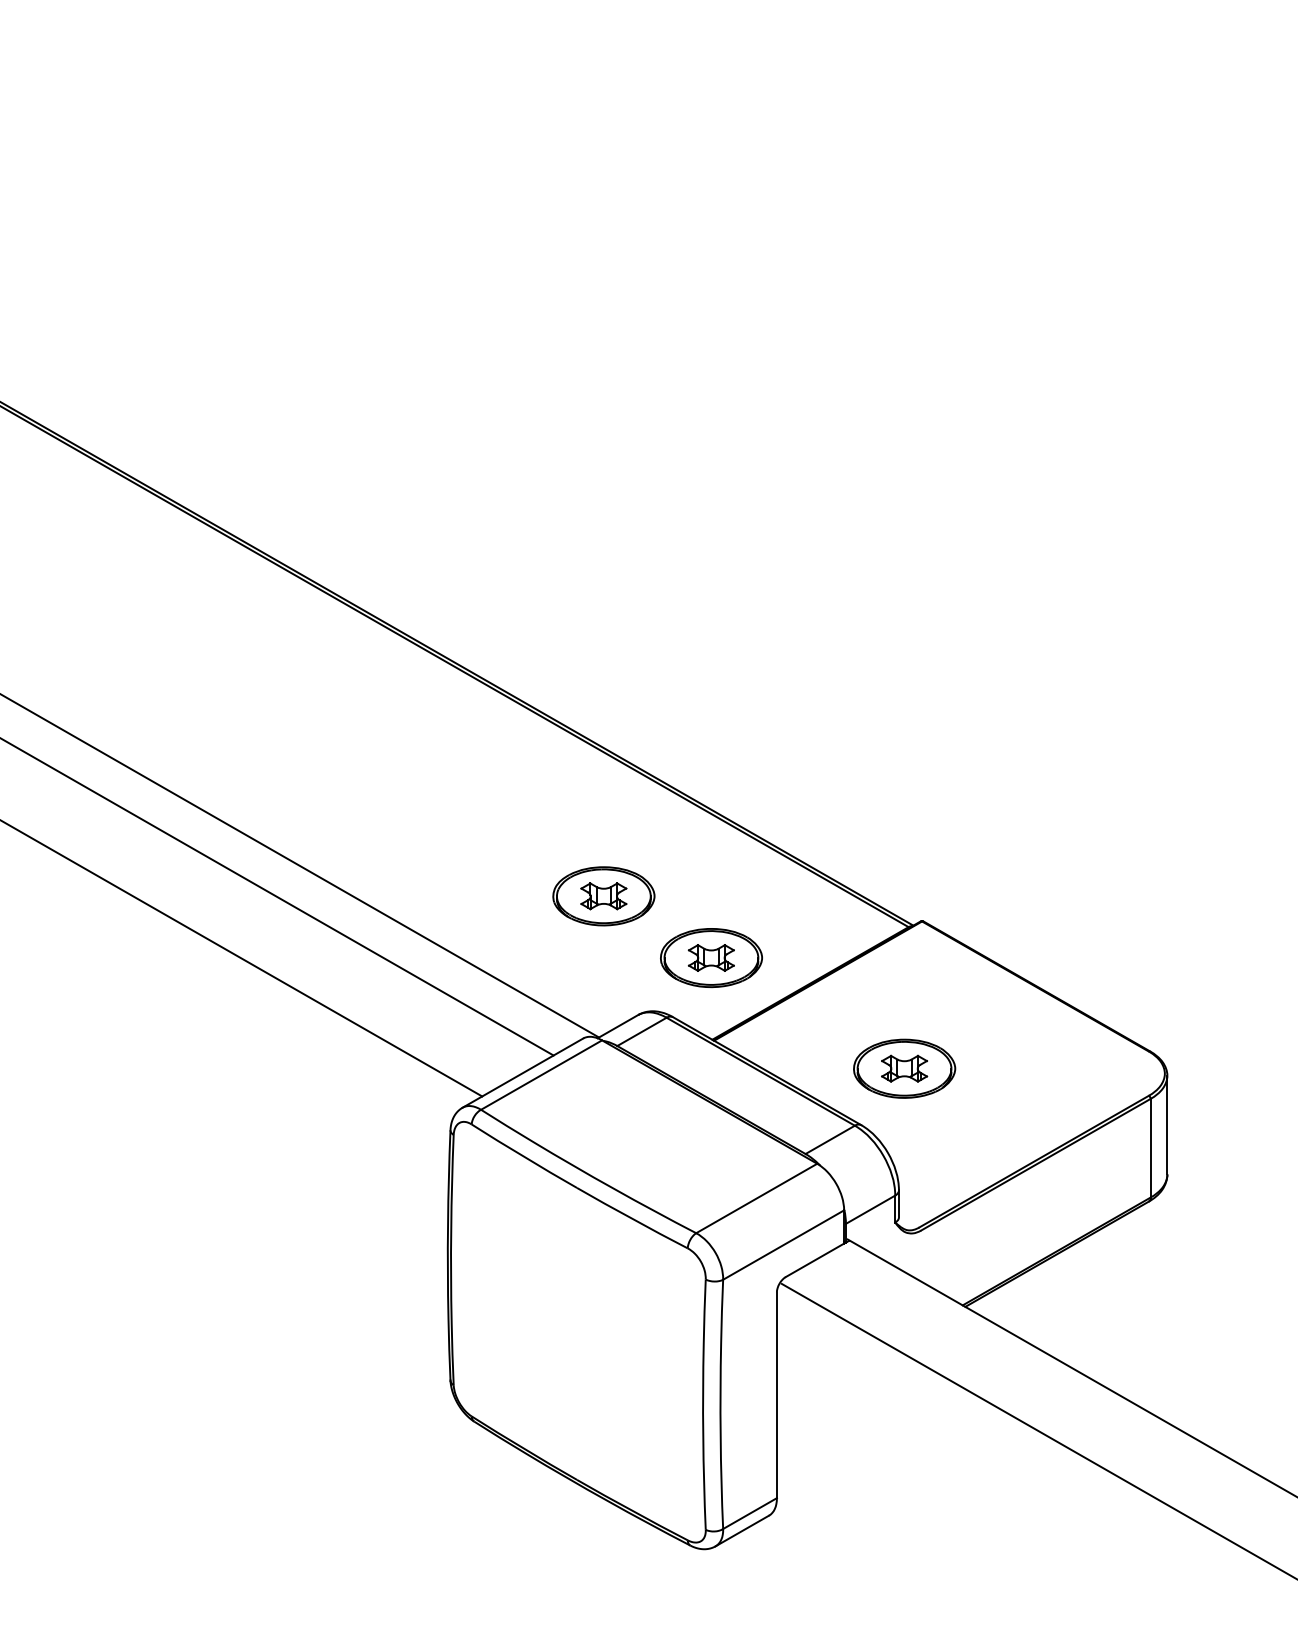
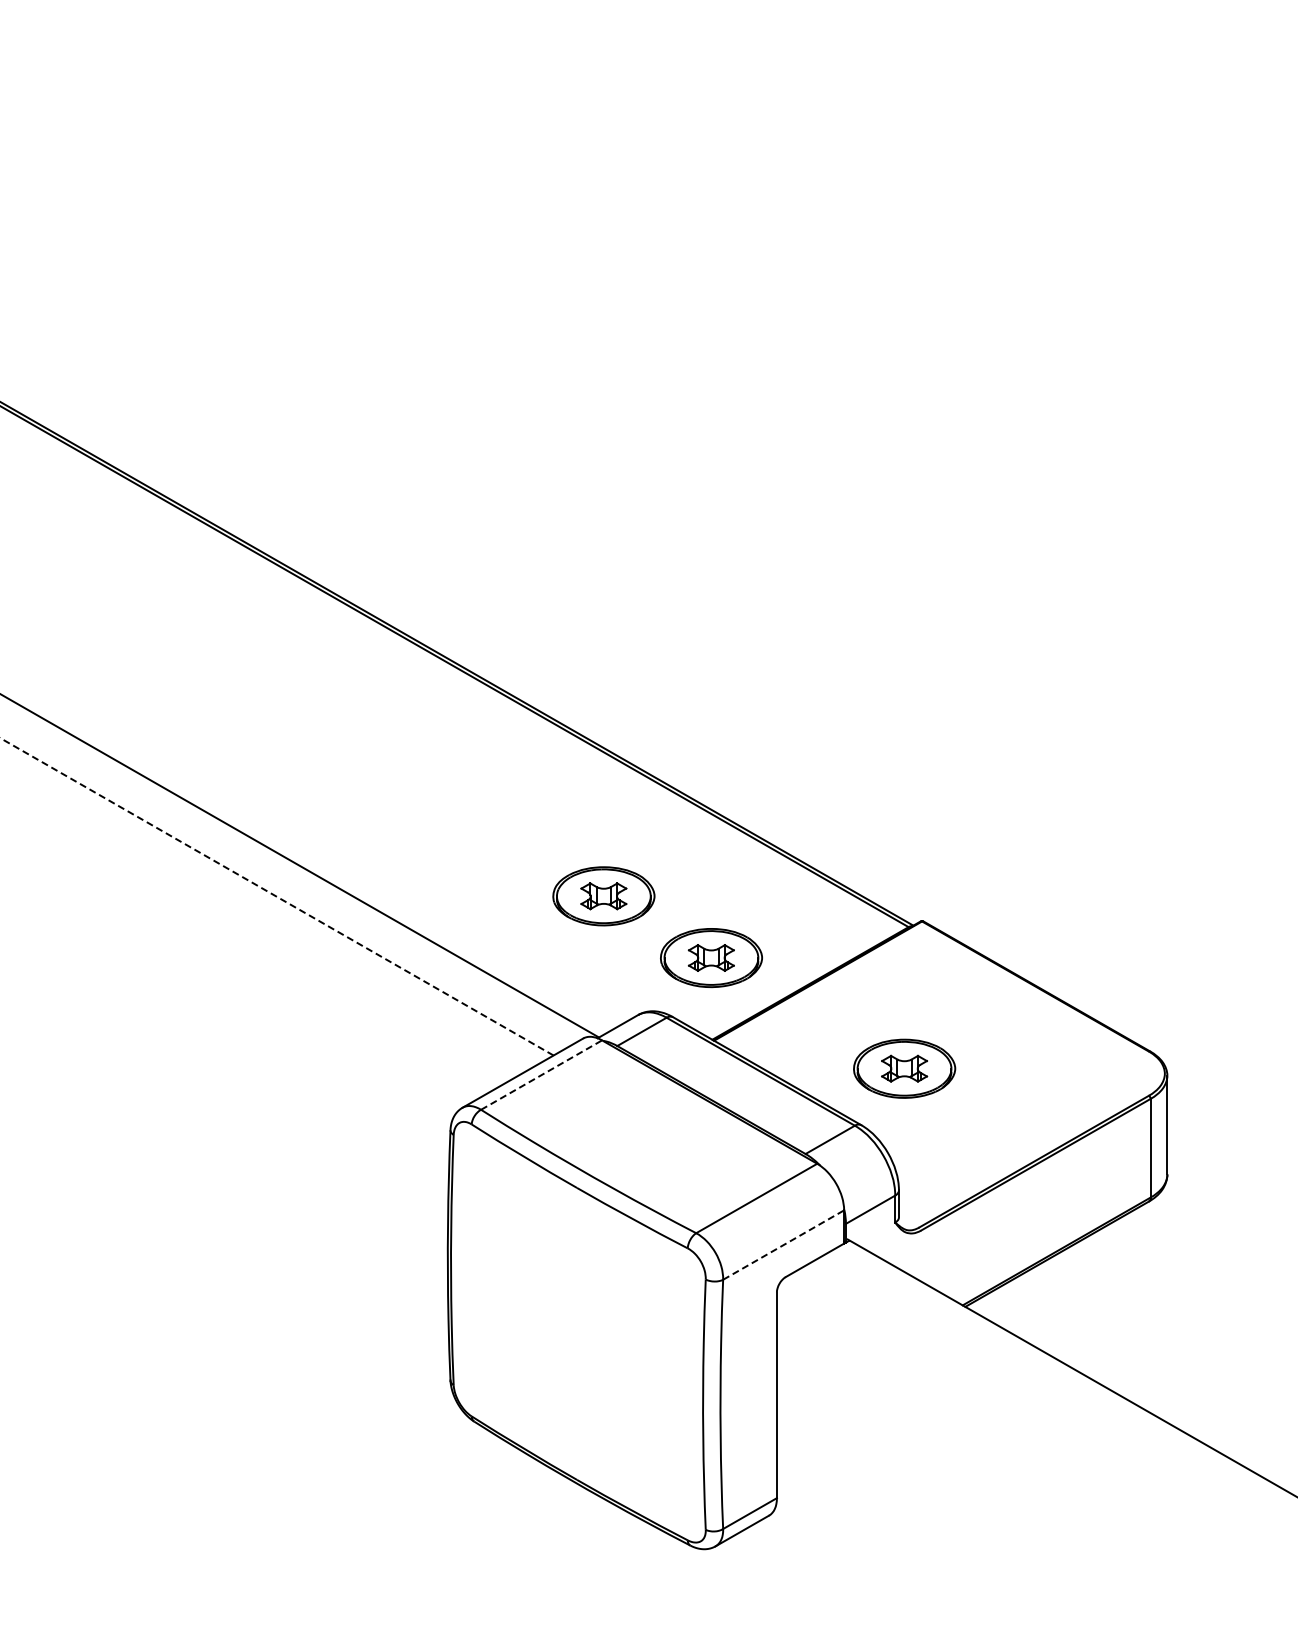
line at (277, 896): solid -> dashed
line at (242, 958): present -> none
line at (541, 1075): solid -> dashed
line at (783, 1245): solid -> dashed
line at (1037, 1430): present -> none
